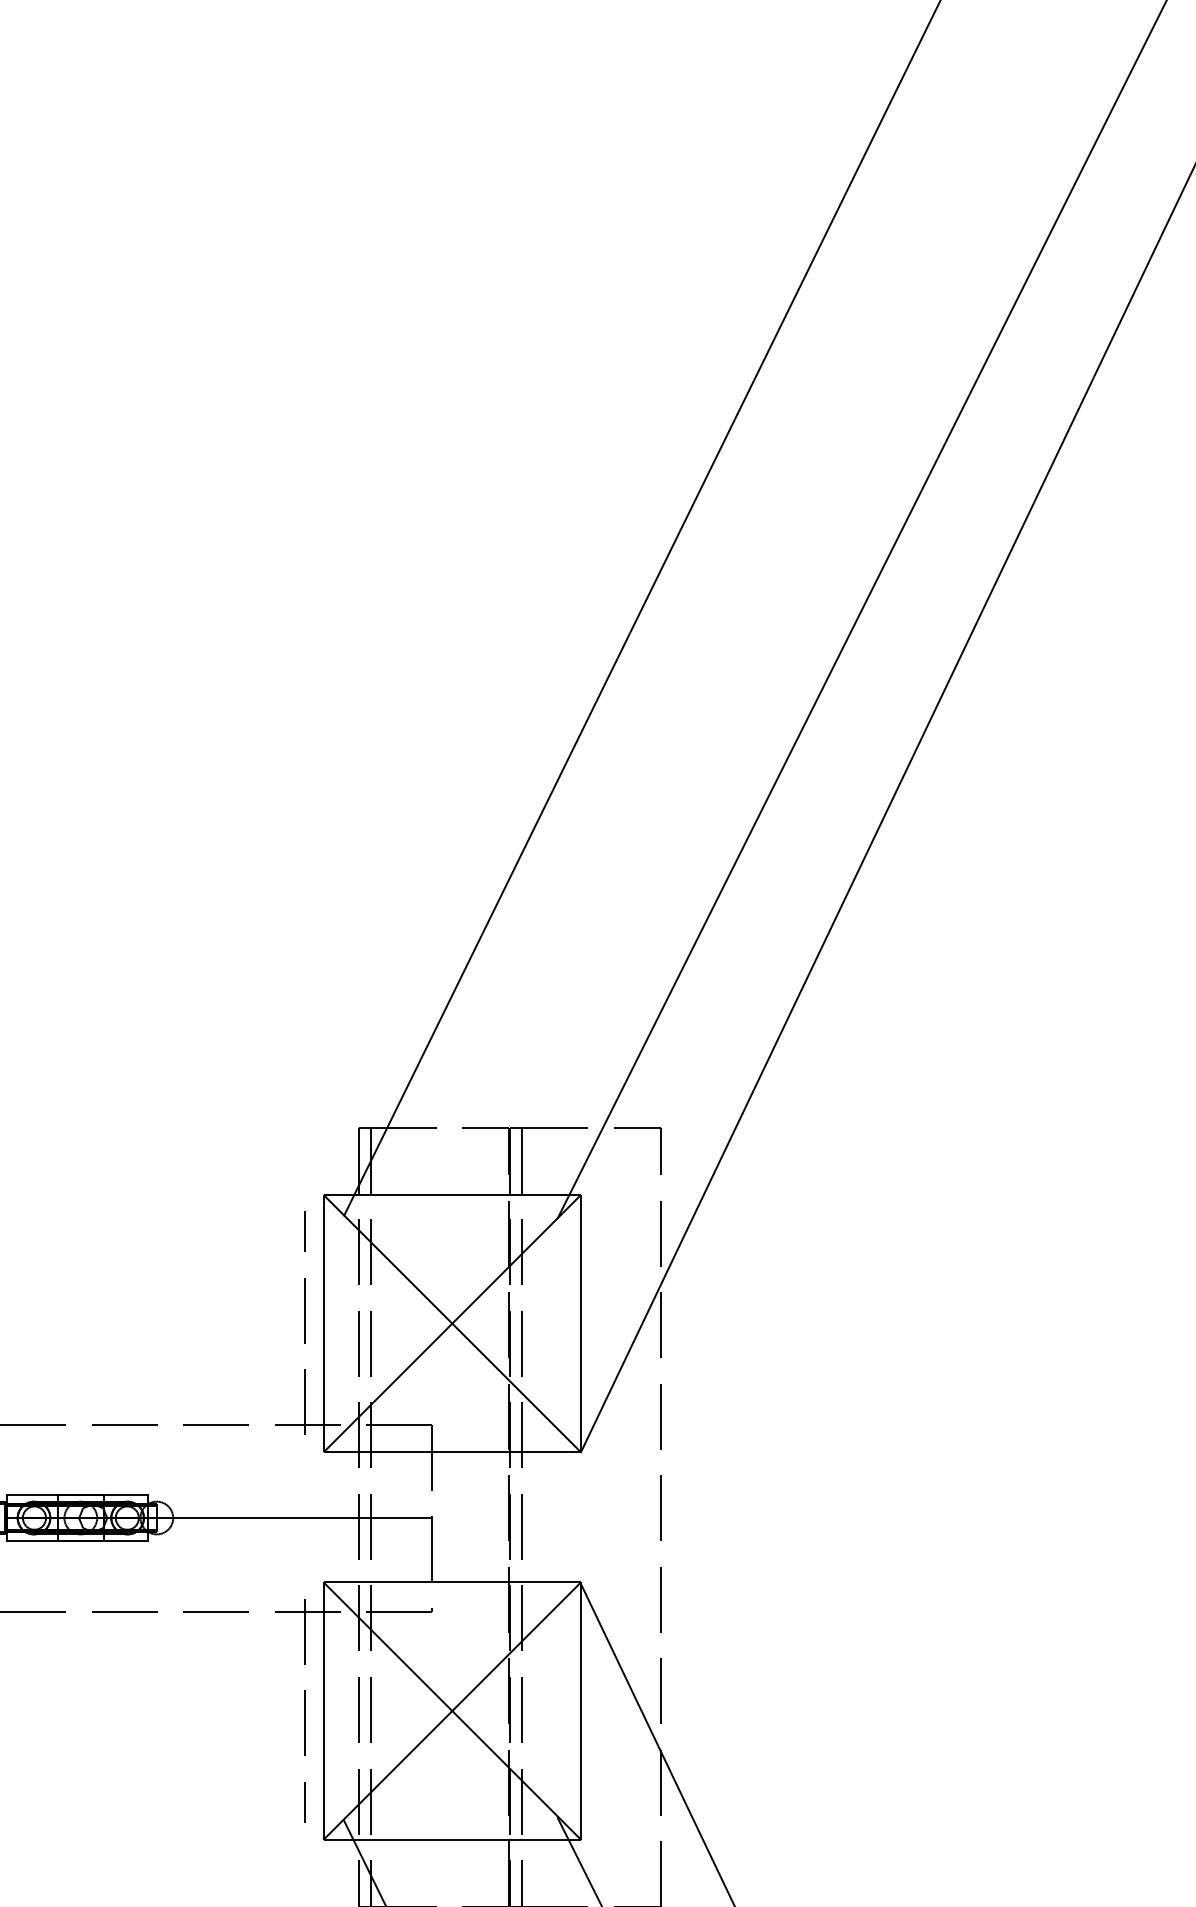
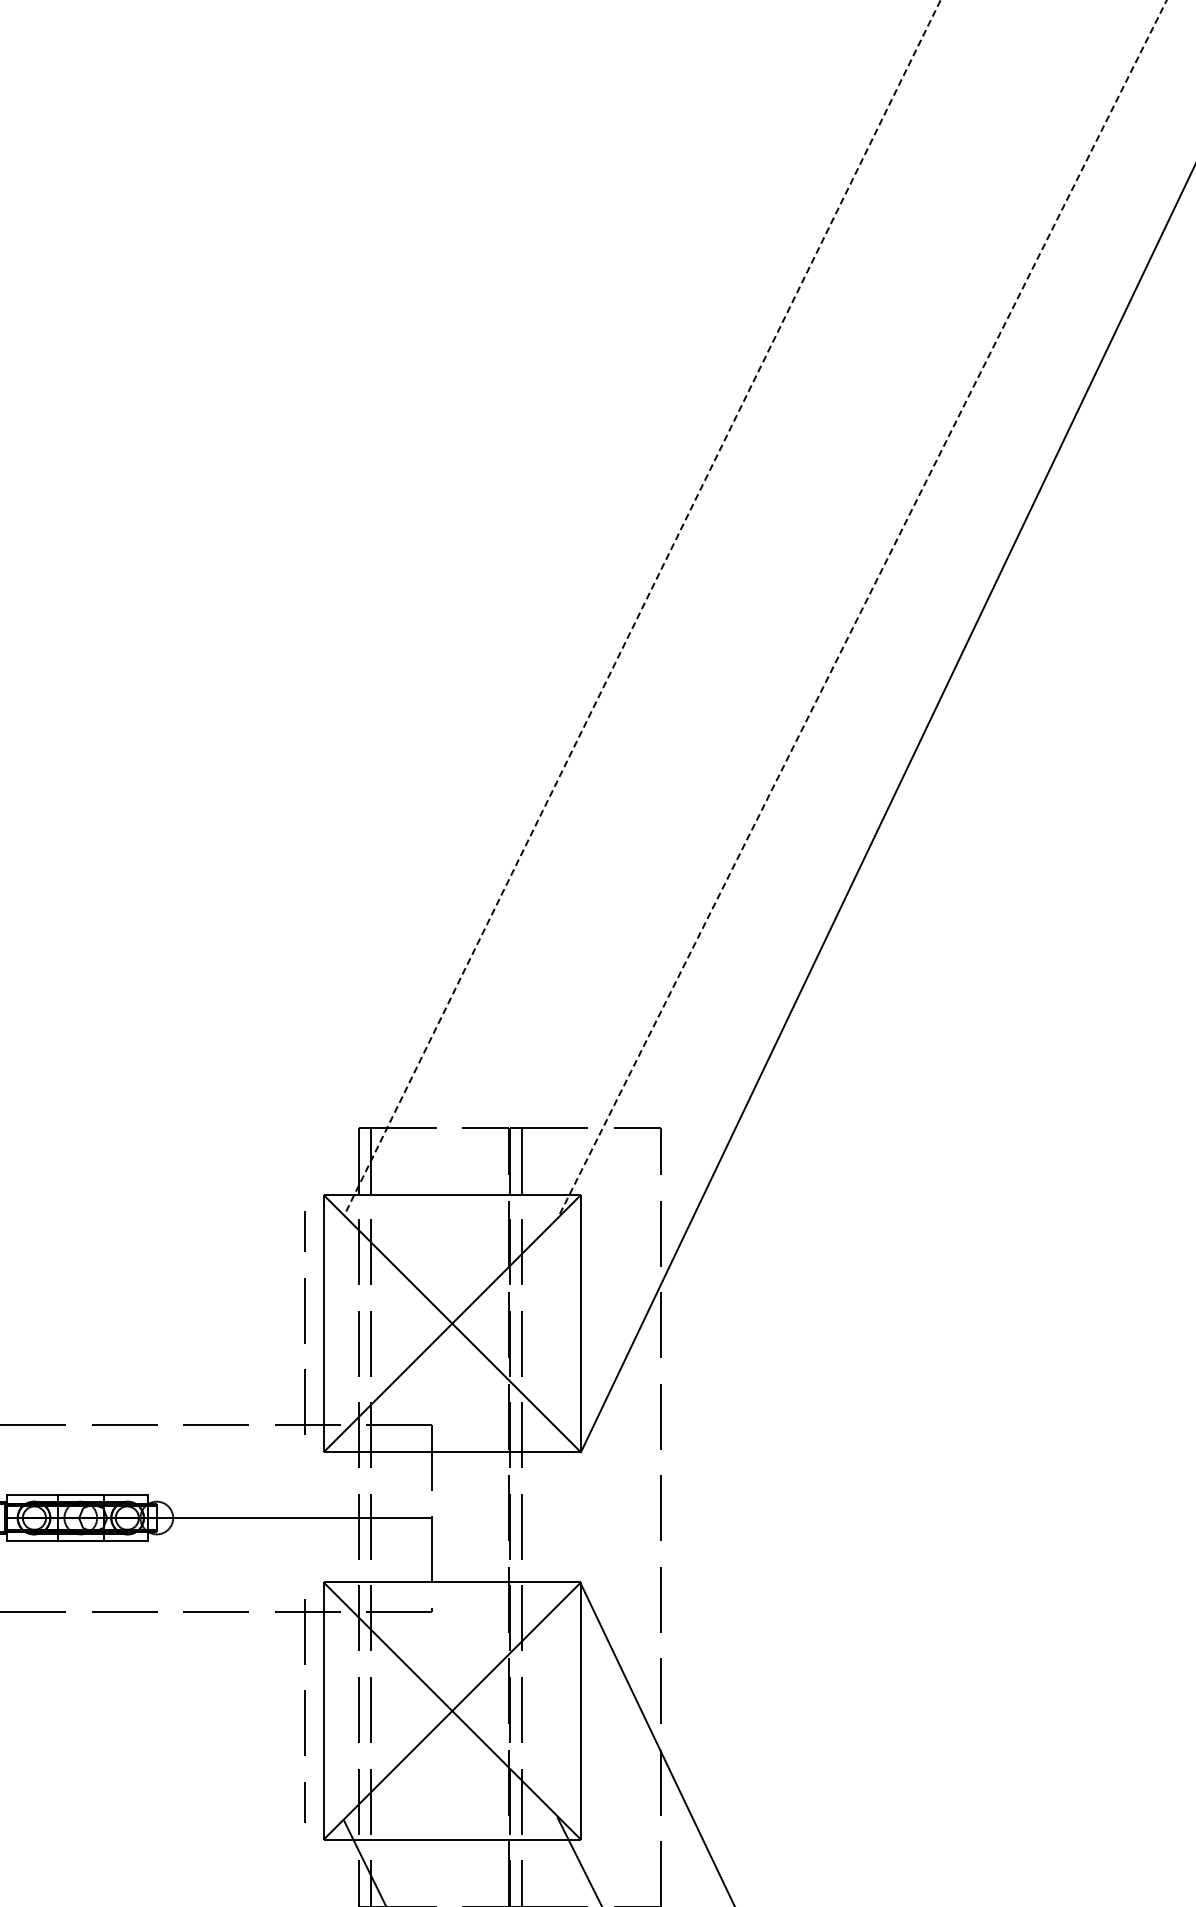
line at (642, 607): solid -> dashed
line at (862, 609): solid -> dashed
